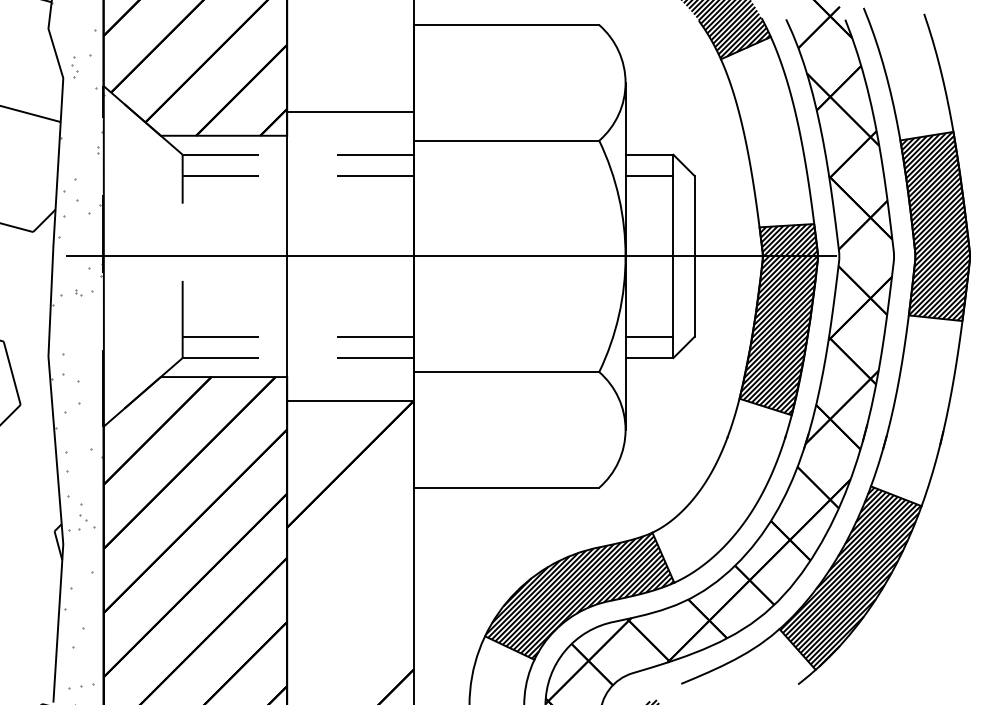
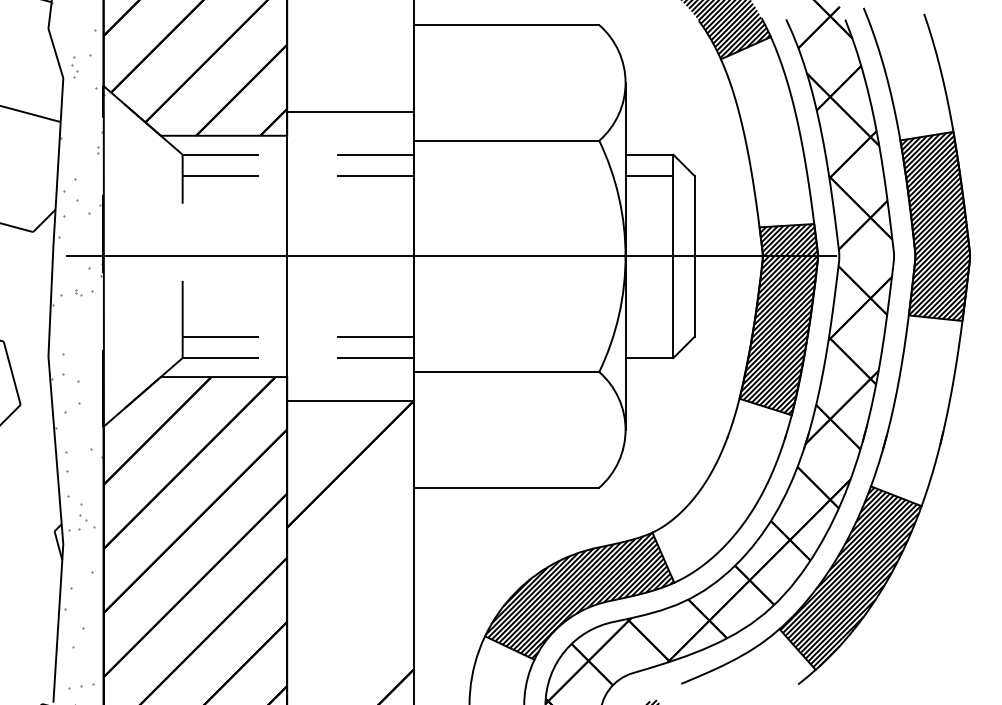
line at (649, 336): present -> none
